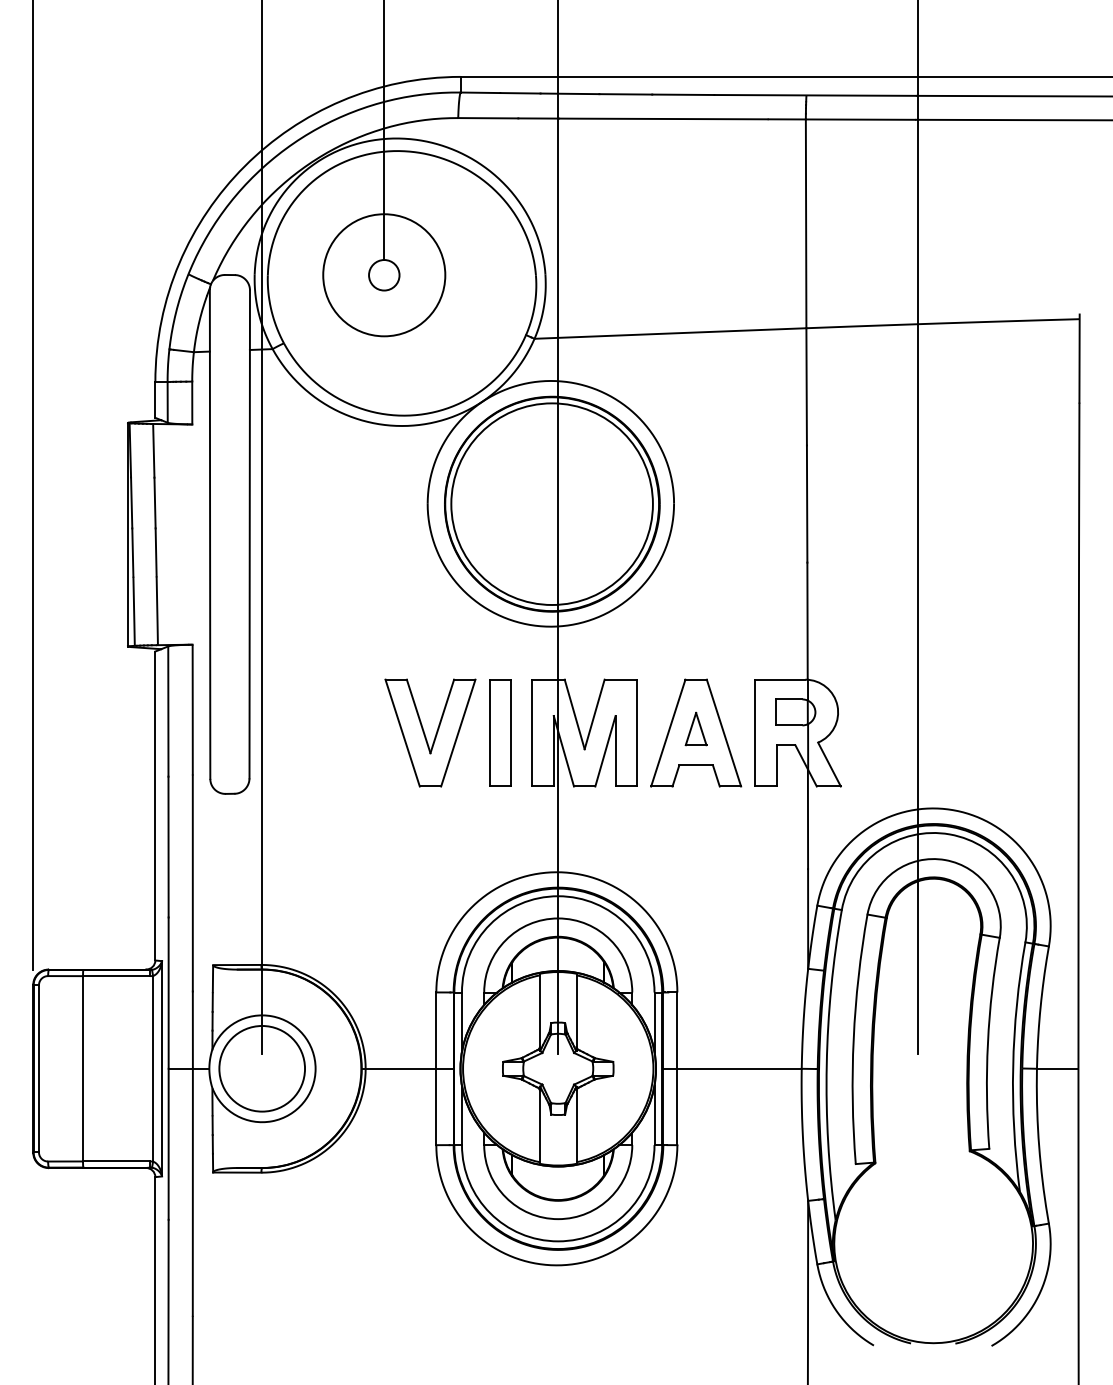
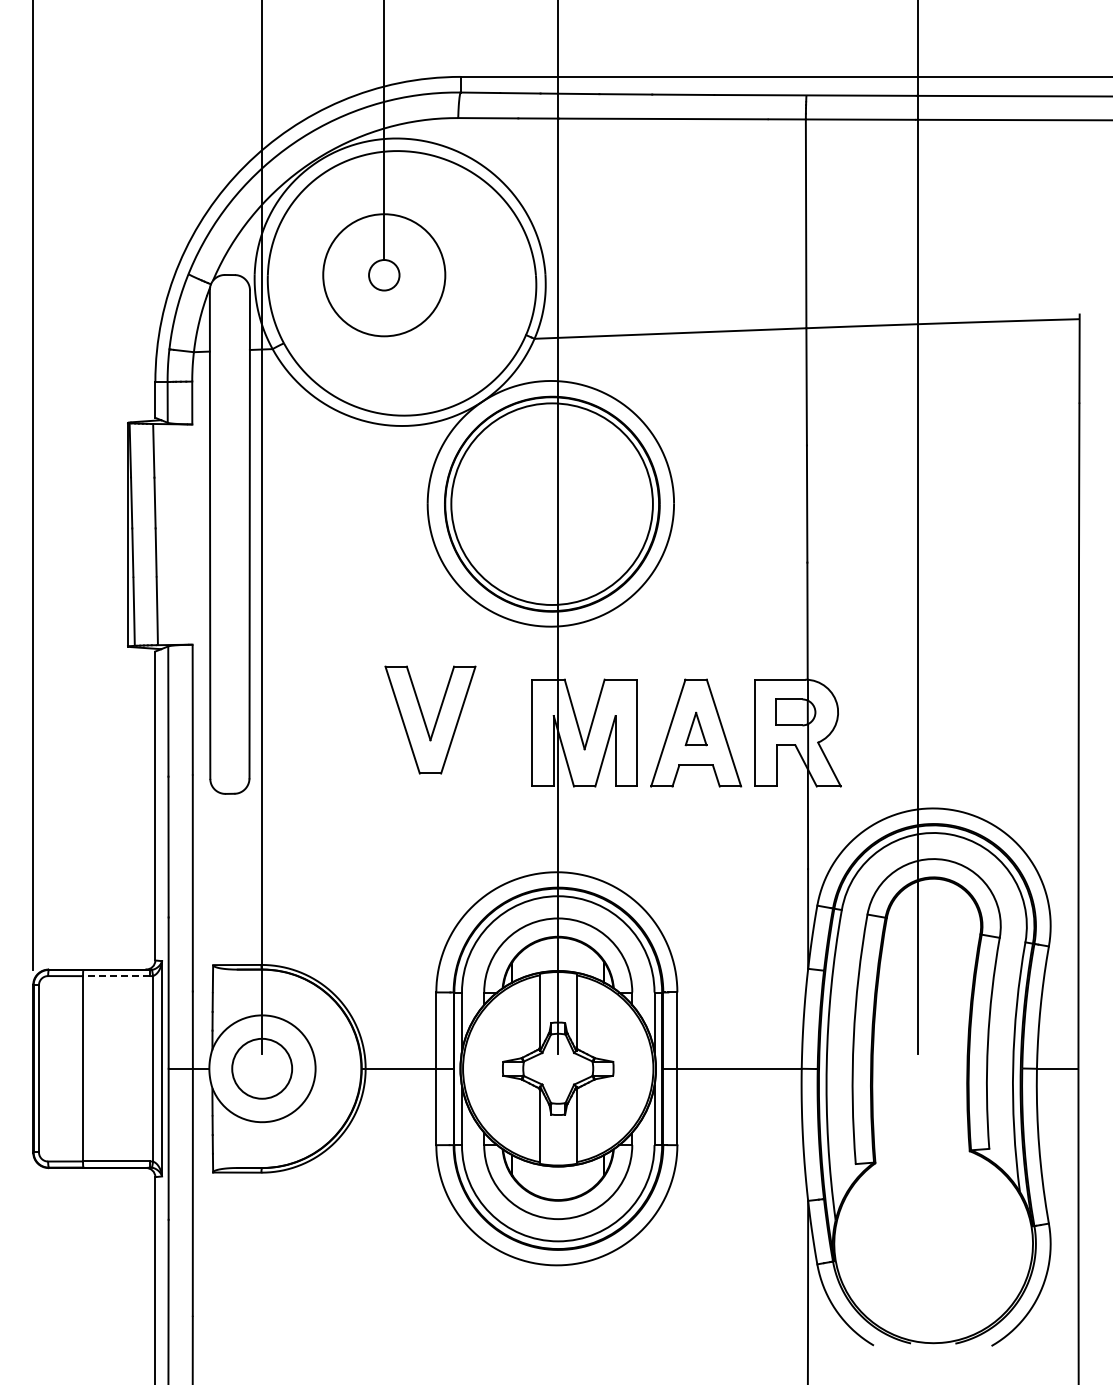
part at (430, 732) position: (430, 732) -> (430, 719)
part at (500, 732): present -> none
line at (116, 976): solid -> dashed
circle at (262, 1068) diameter: 86 px -> 60 px
